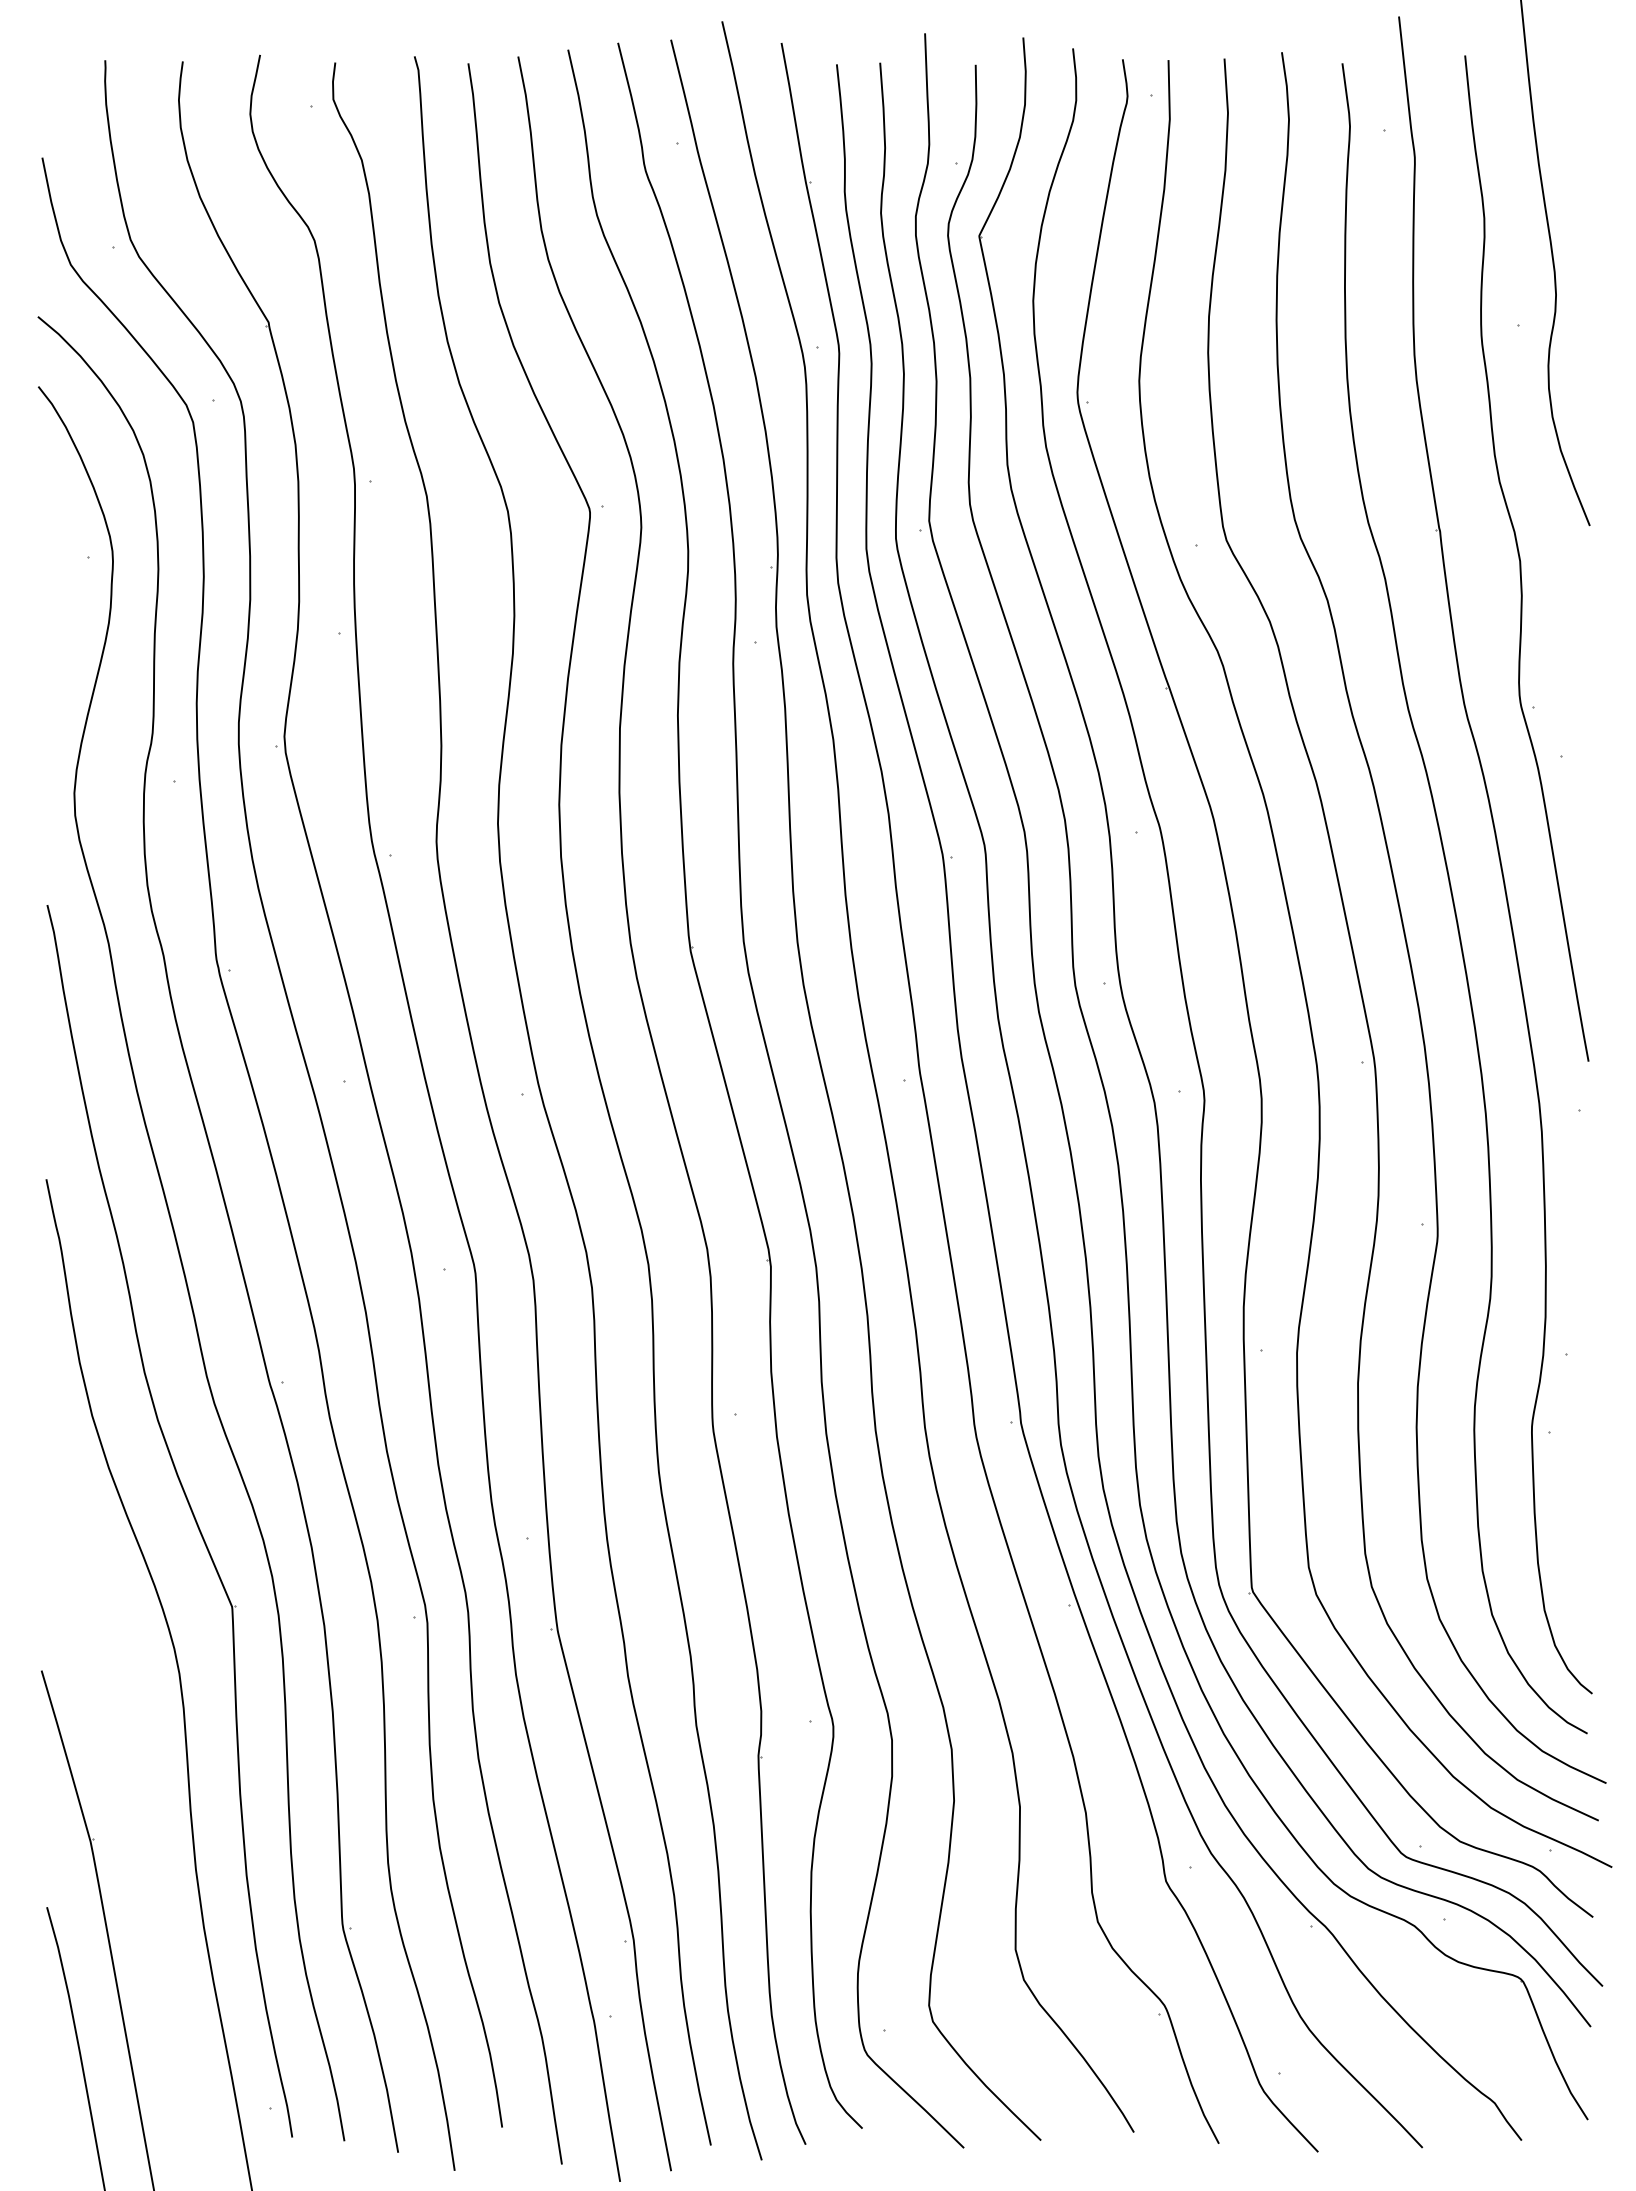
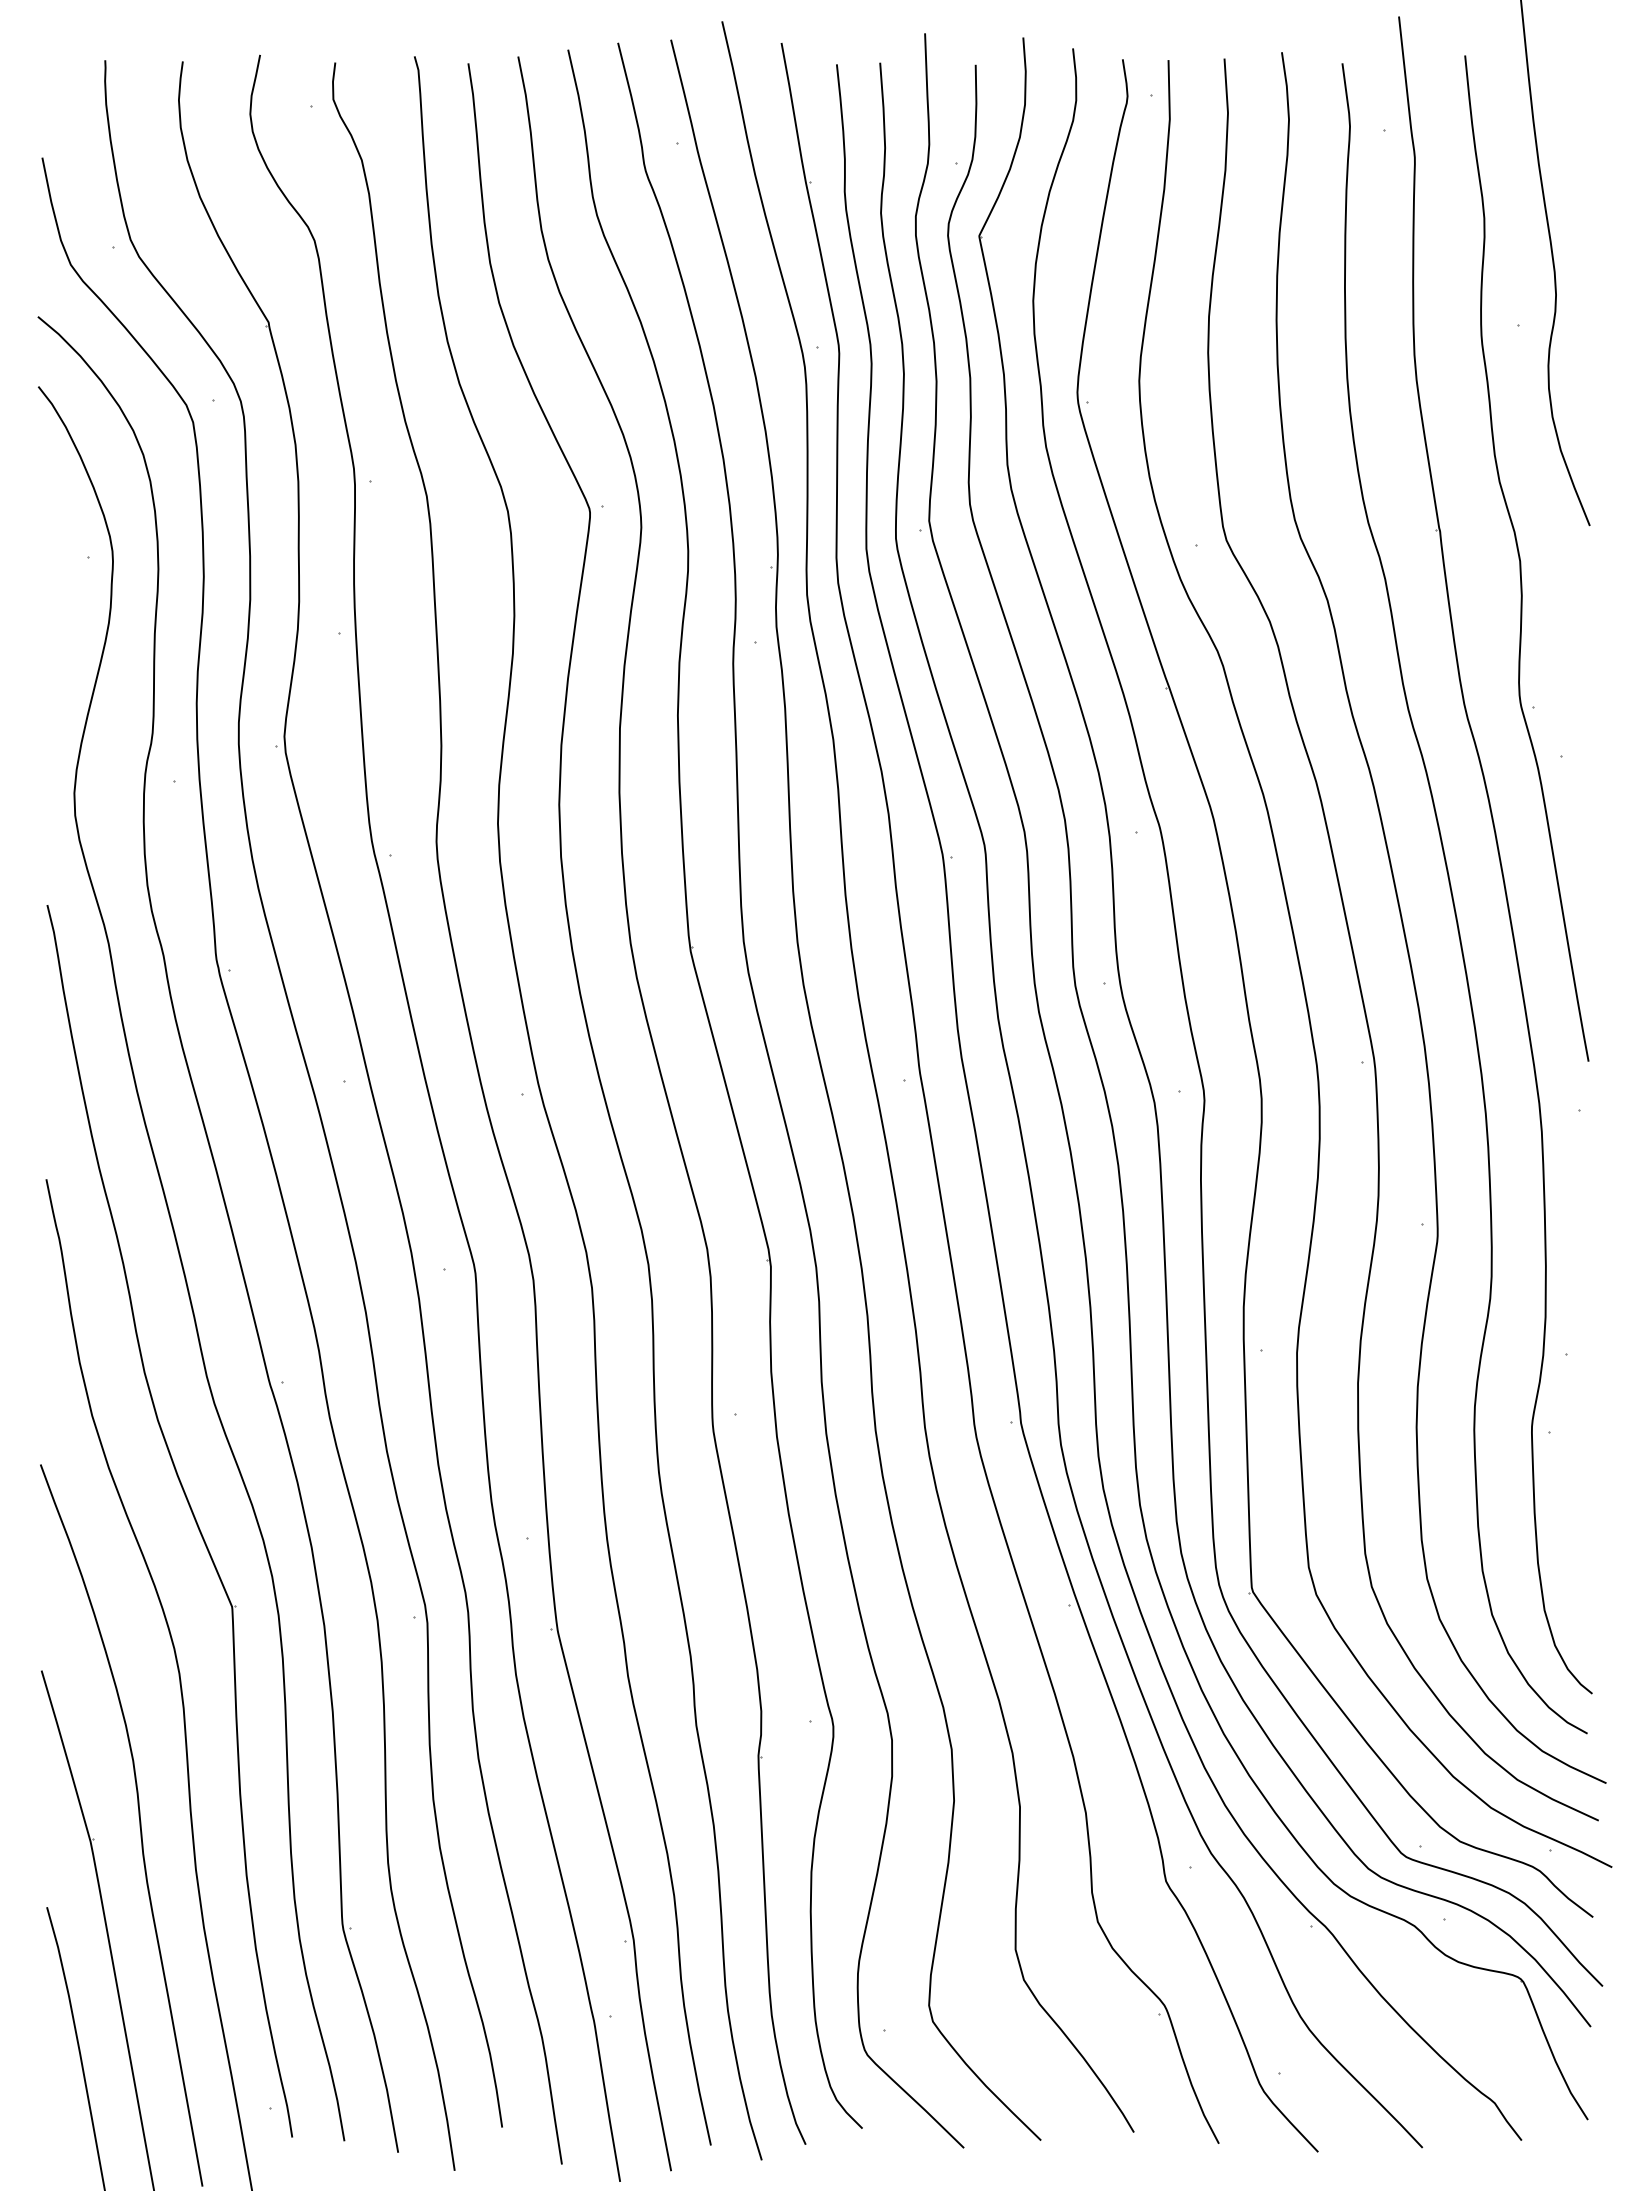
curve at (139, 1825): none -> present
